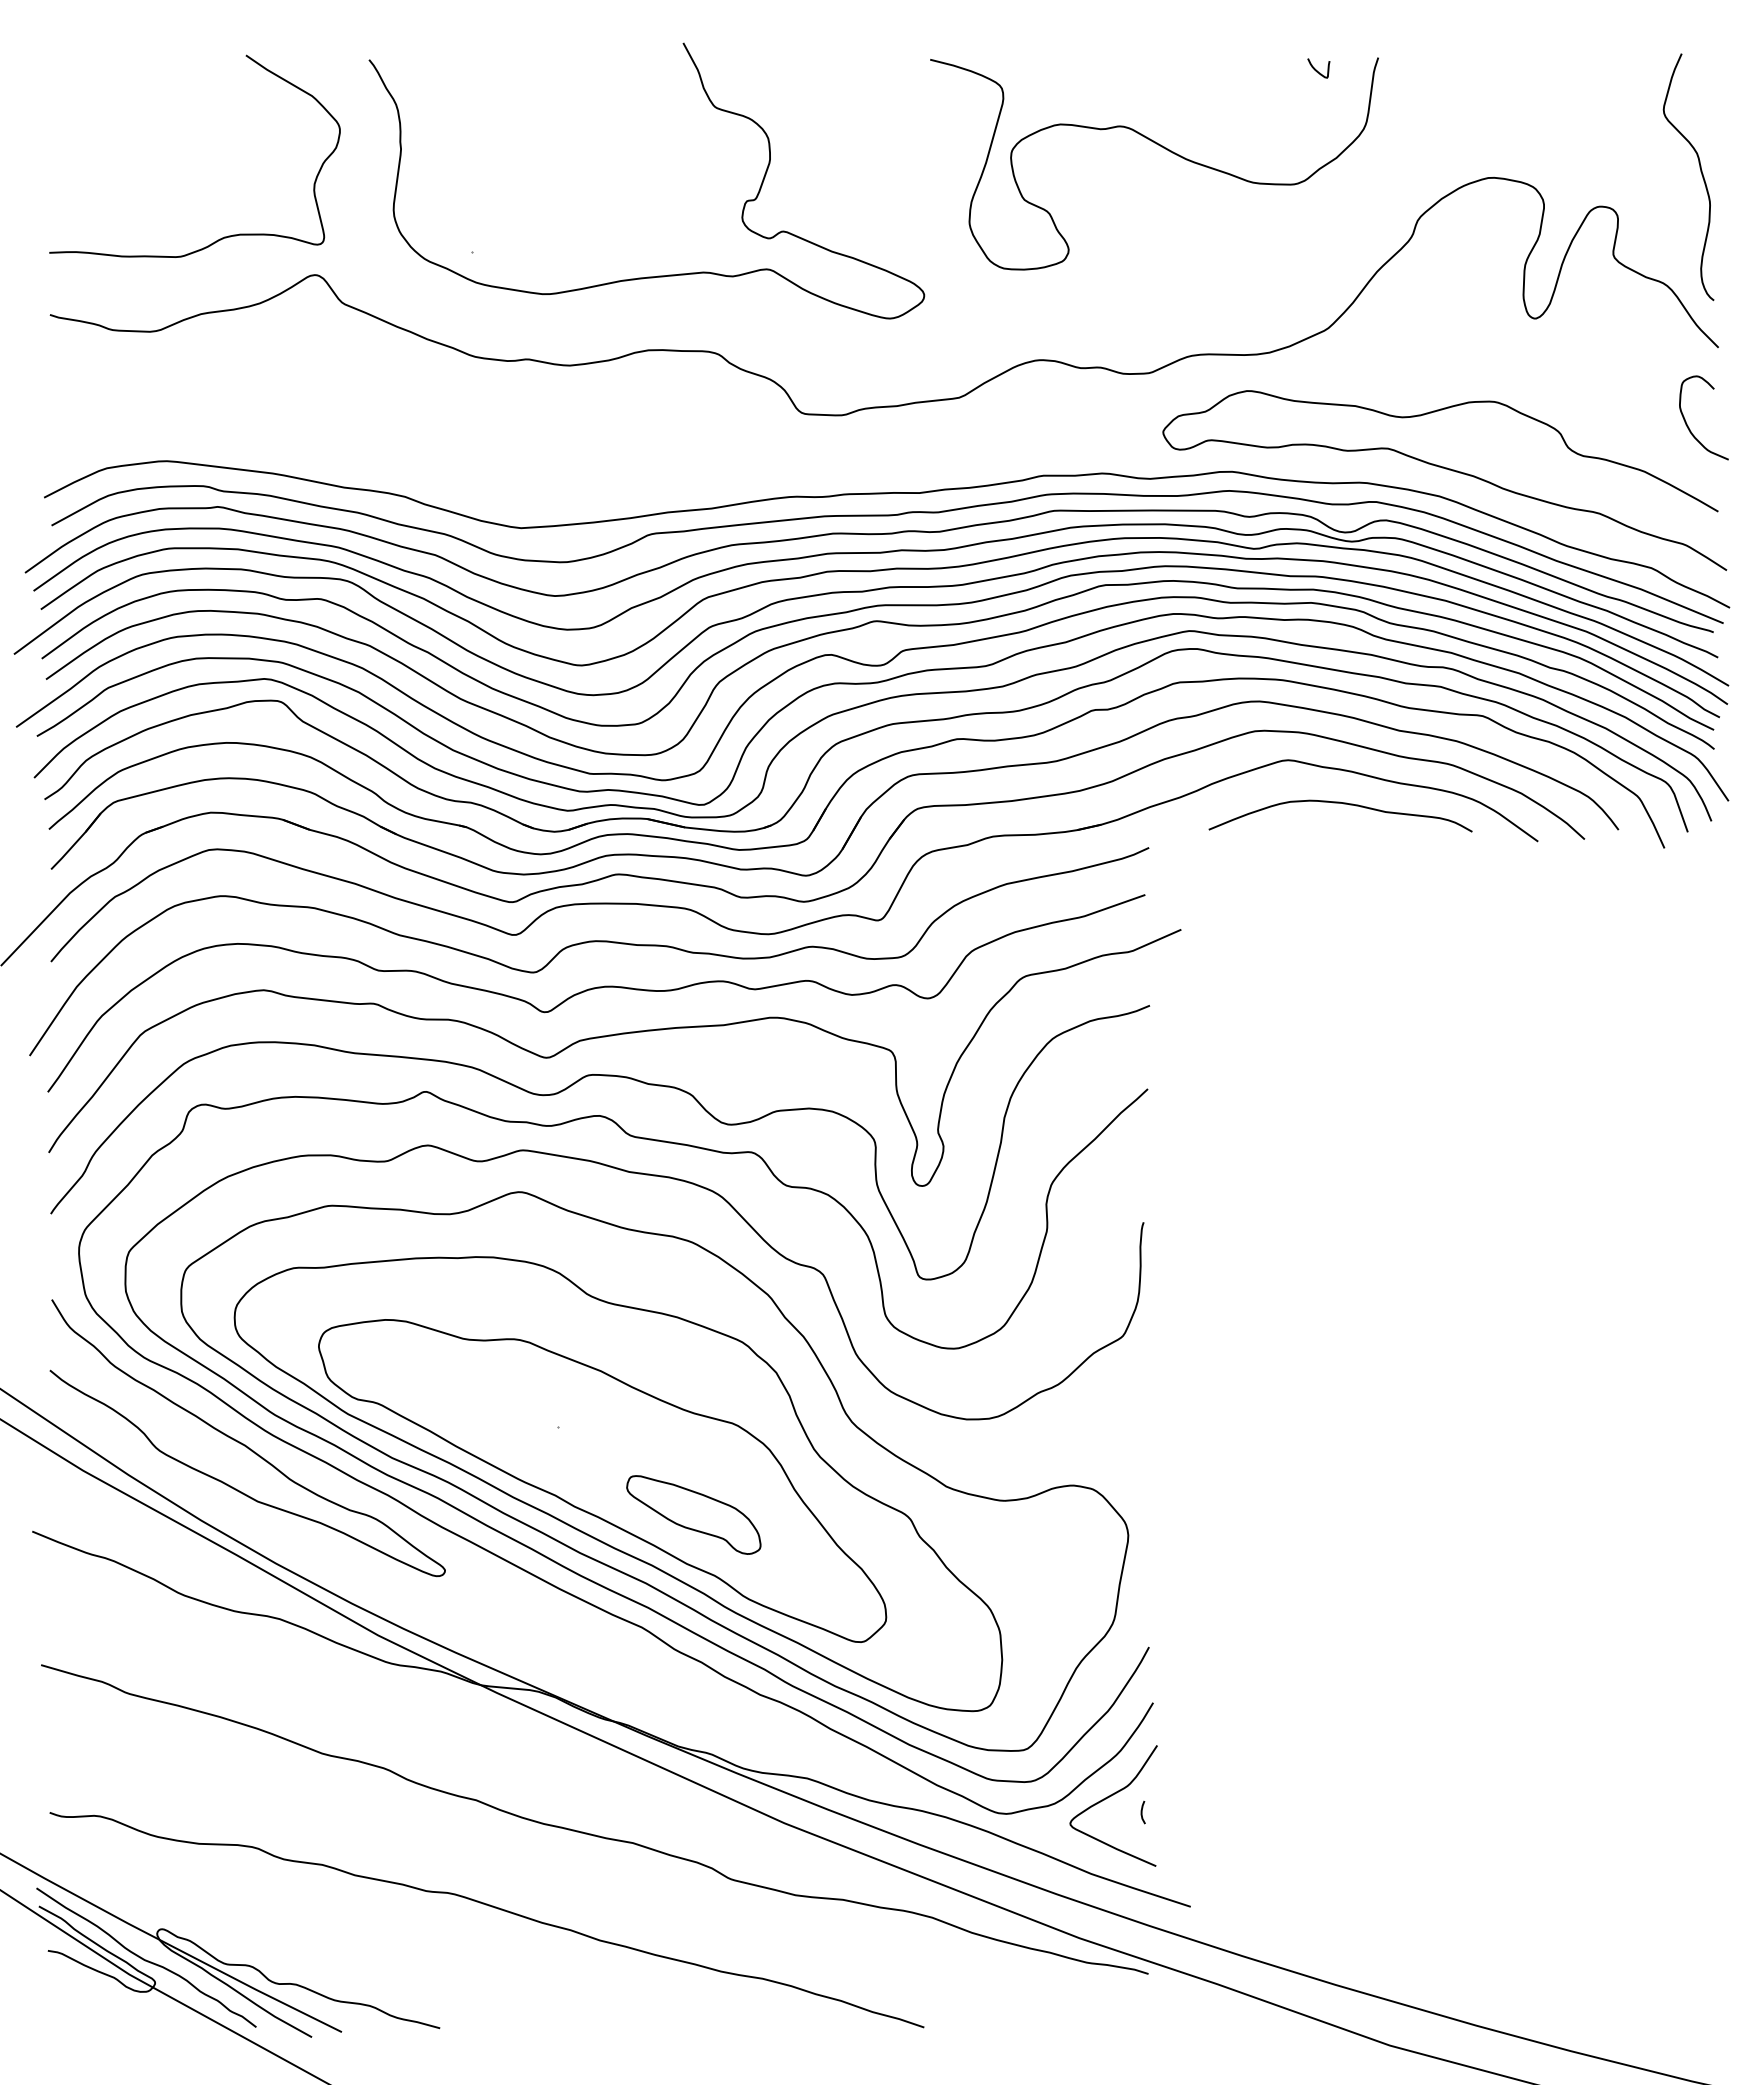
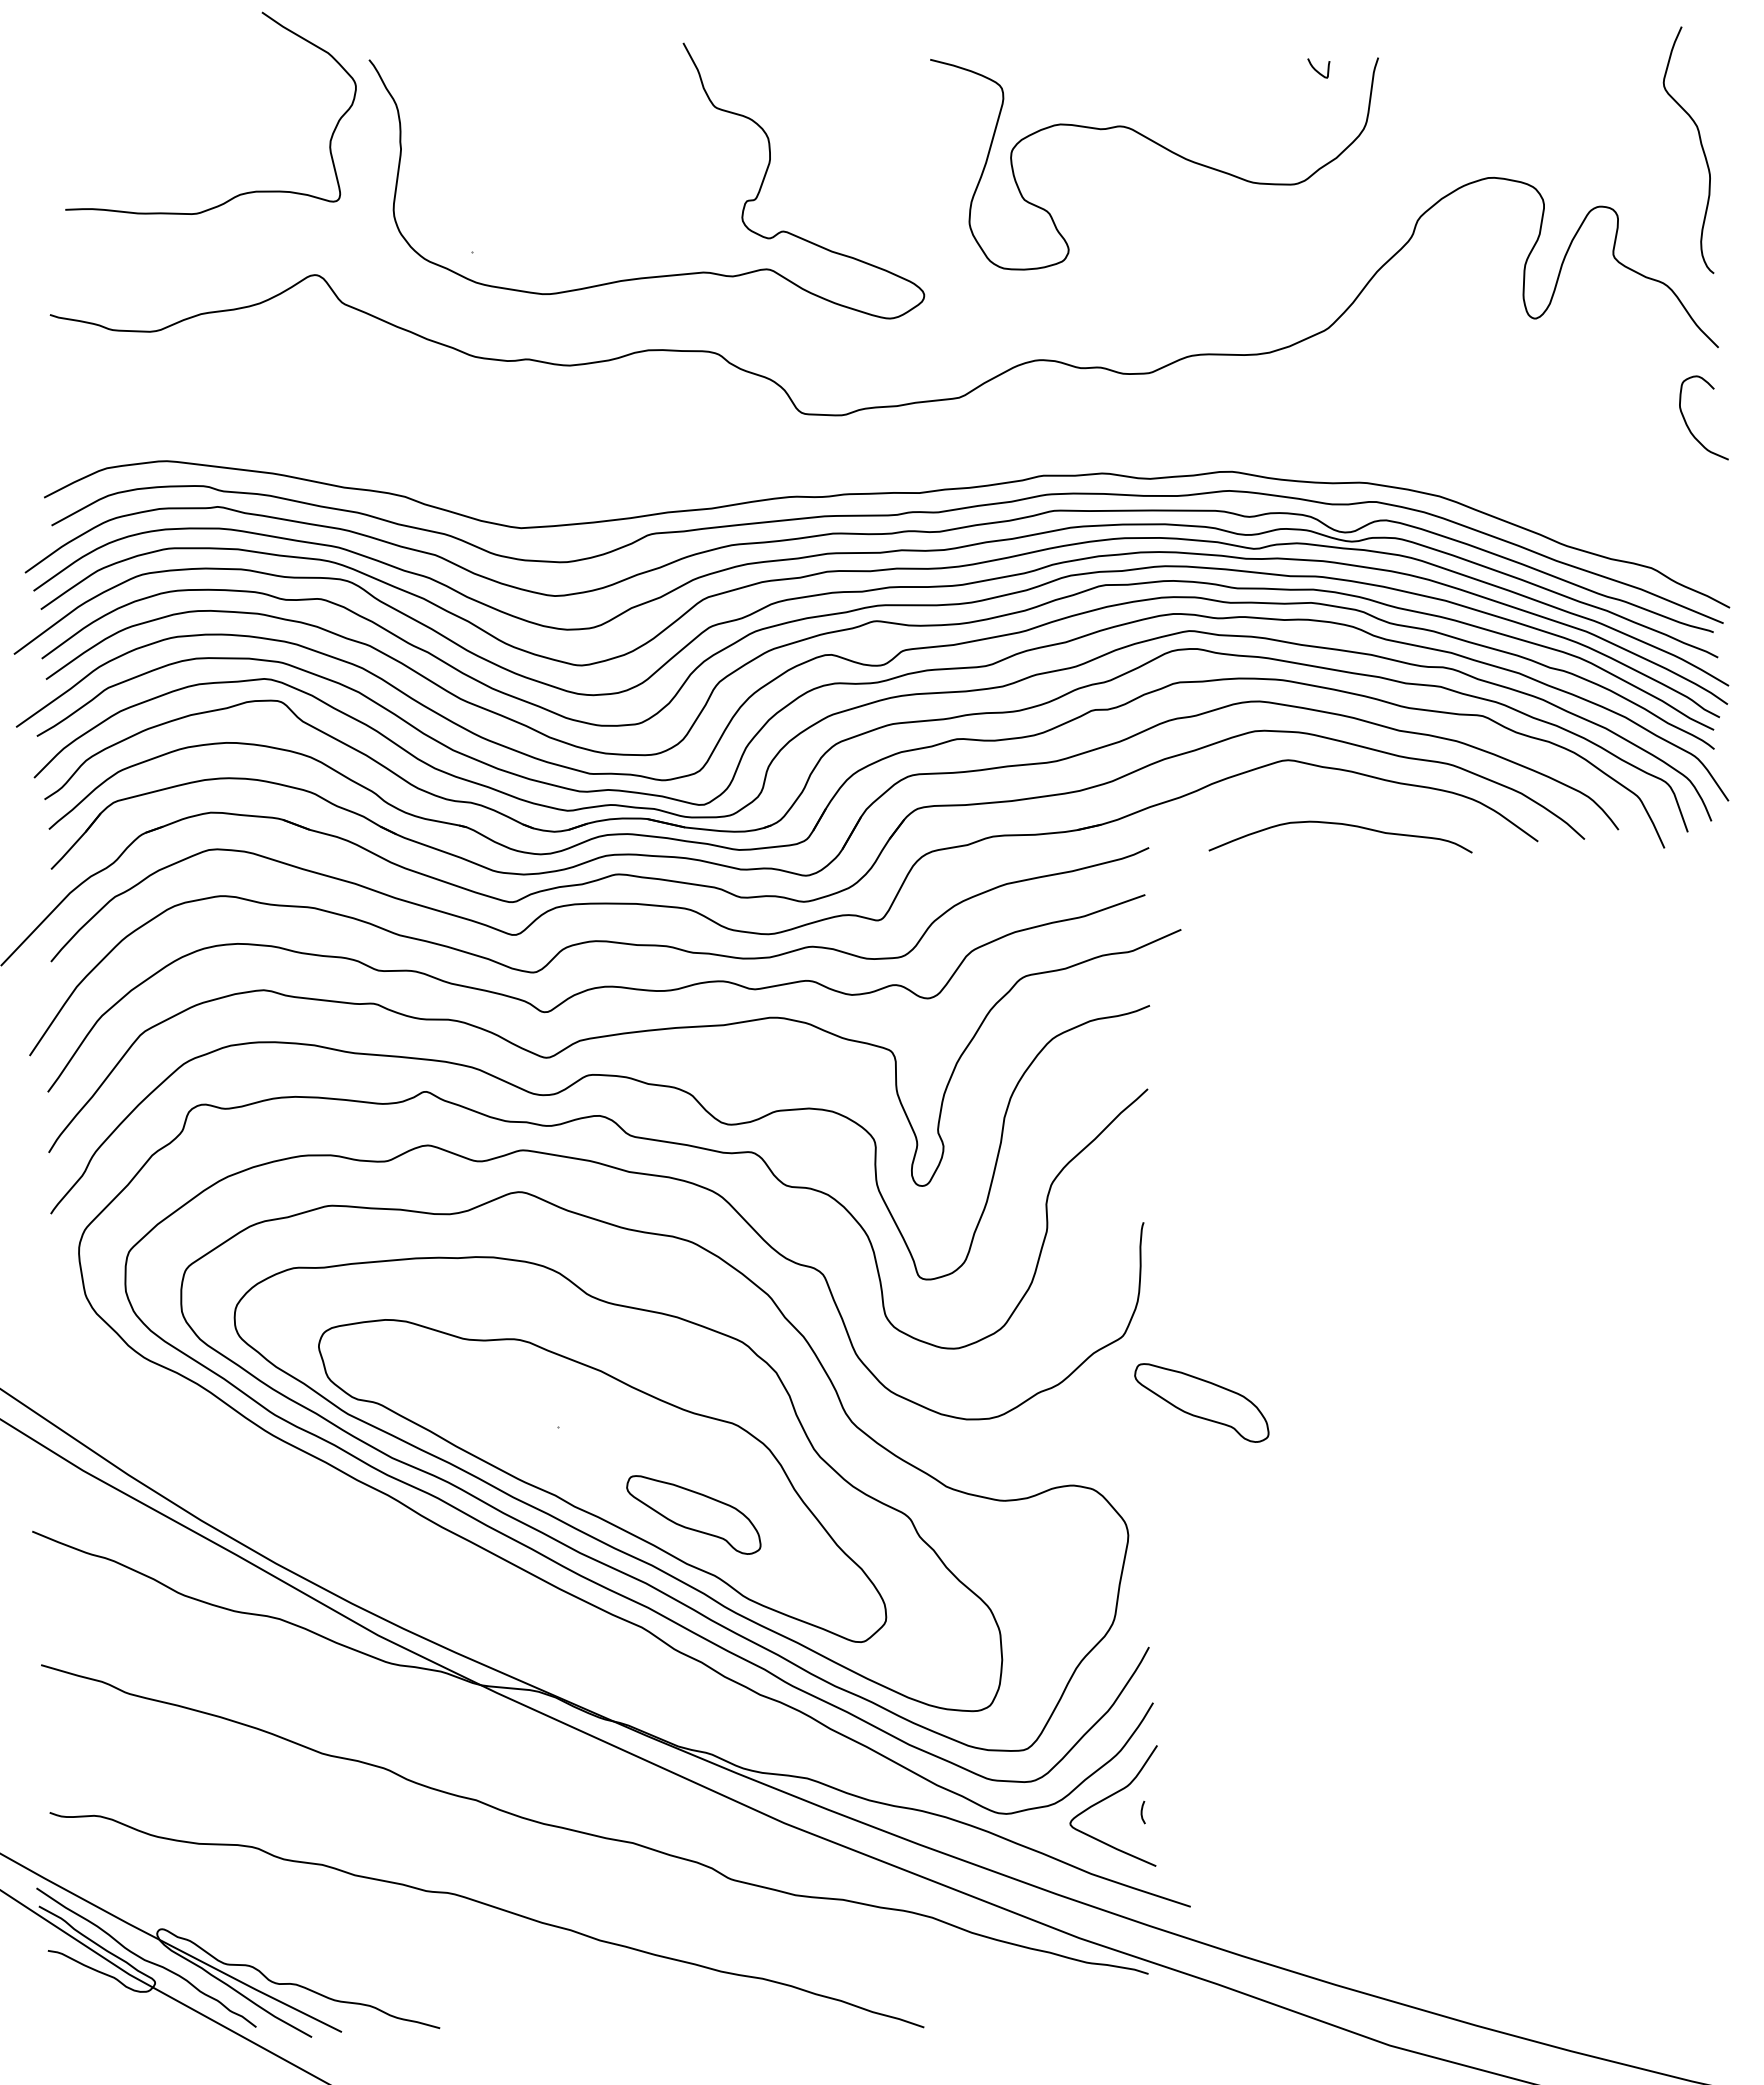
curve at (1700, 172) position: (1700, 172) -> (1700, 145)
curve at (224, 236) position: (224, 236) -> (240, 193)
curve at (1445, 469): present -> none
curve at (1343, 804) position: (1343, 804) -> (1343, 825)
part at (1201, 1402): none -> present
curve at (245, 1444): present -> none
